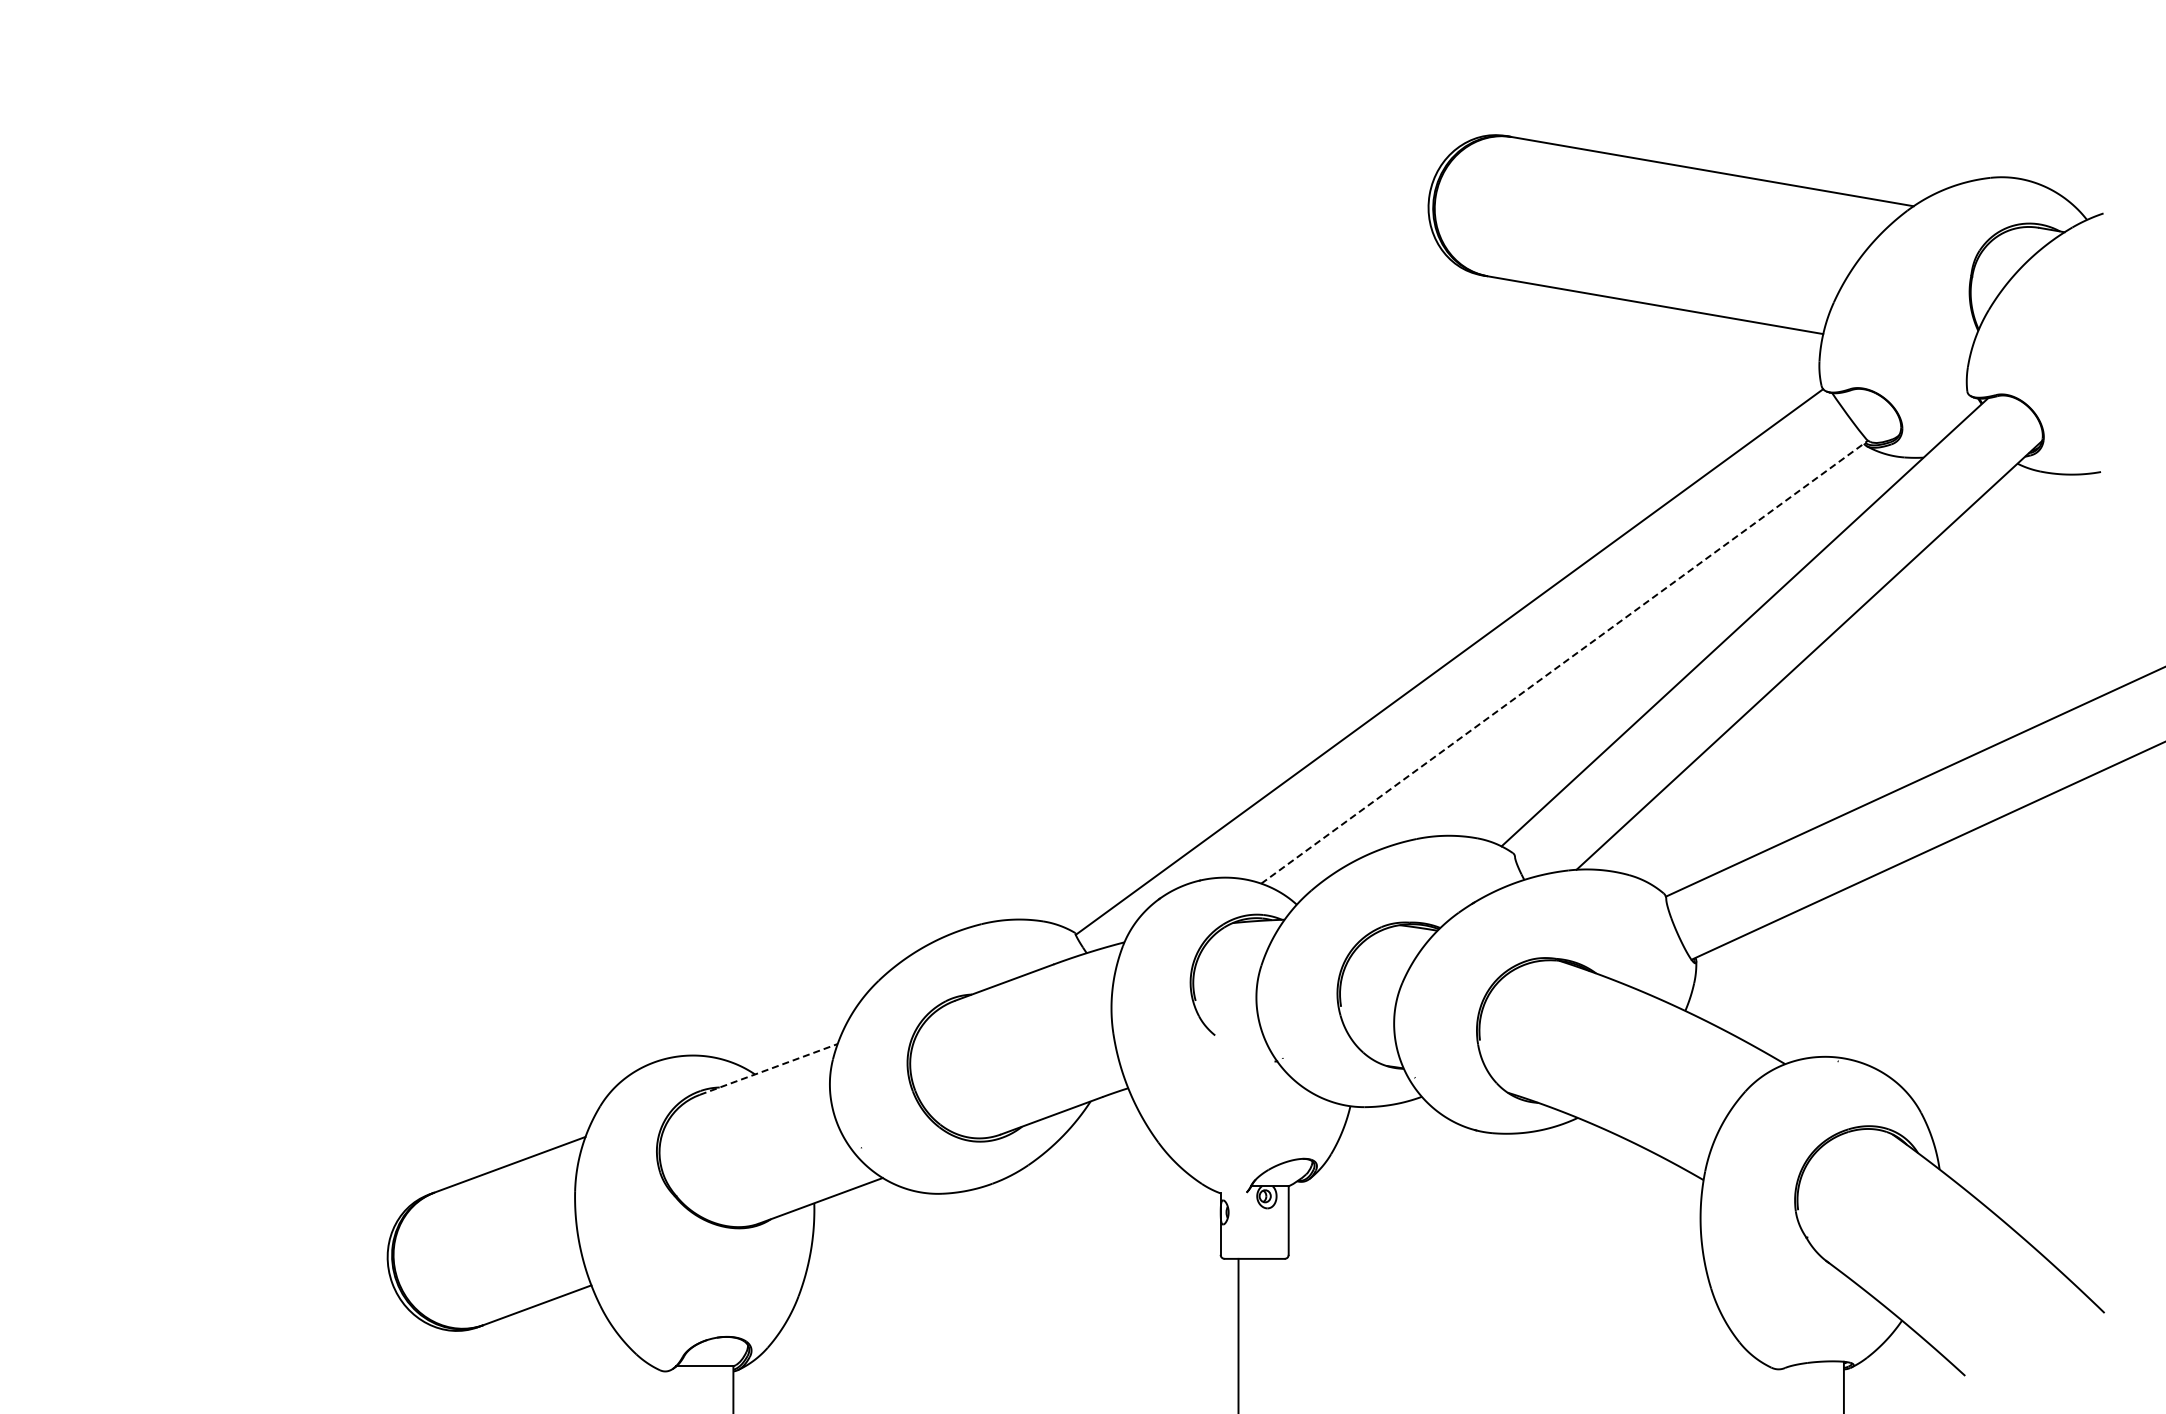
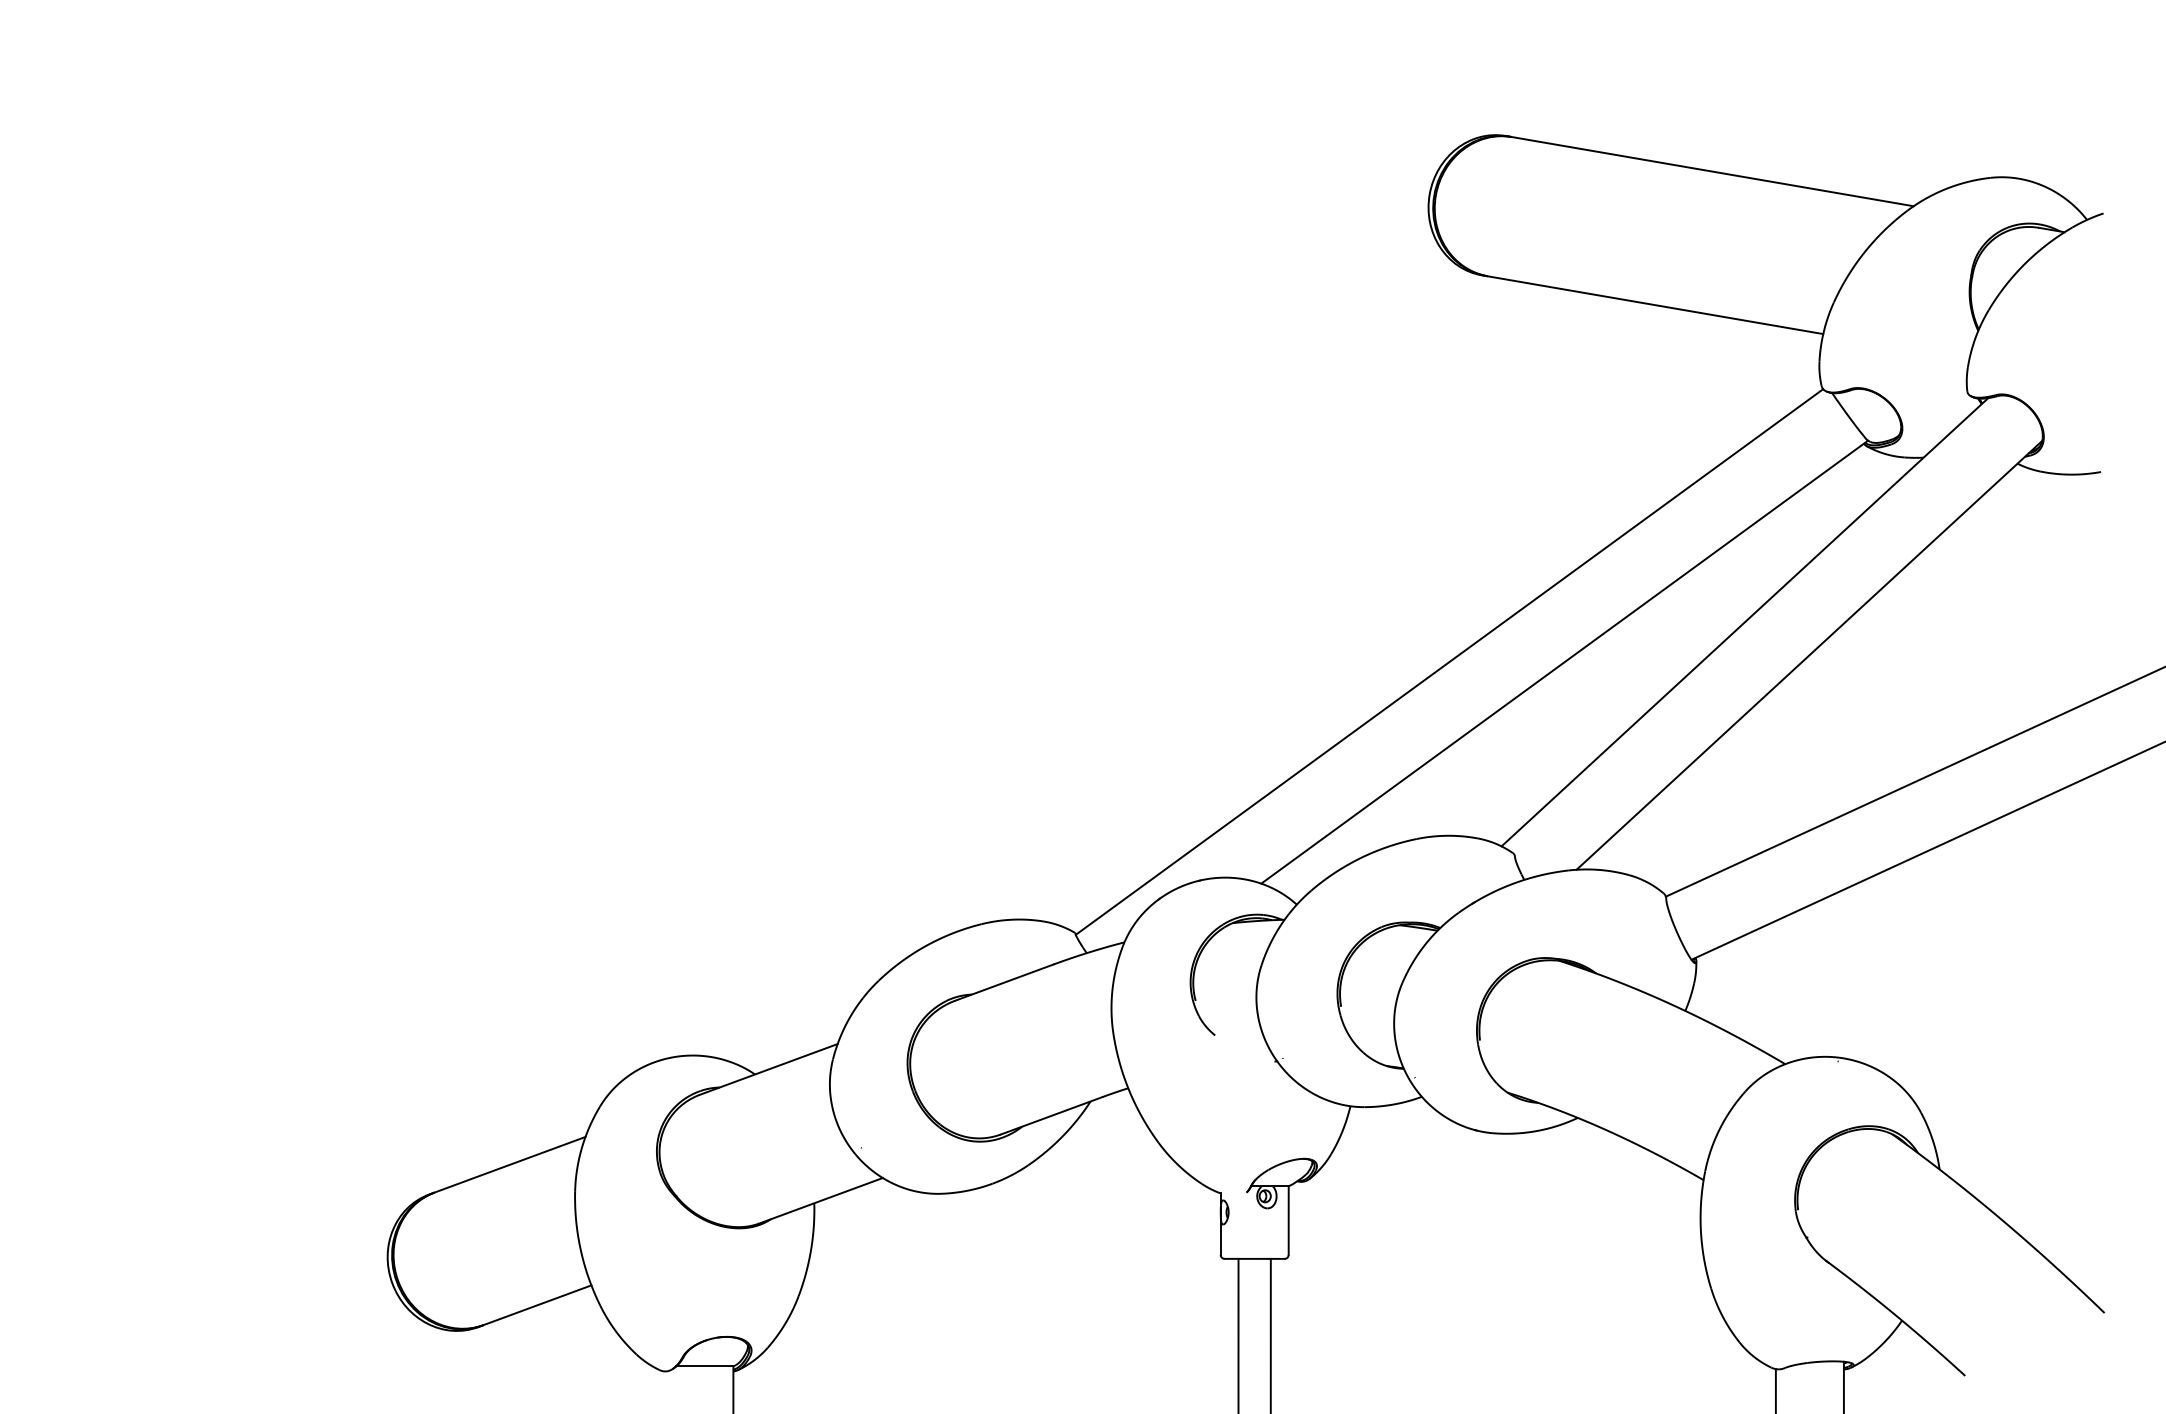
line at (1564, 662): dashed -> solid
line at (769, 1069): dashed -> solid
line at (1270, 1334): none -> present
line at (1775, 1389): none -> present
